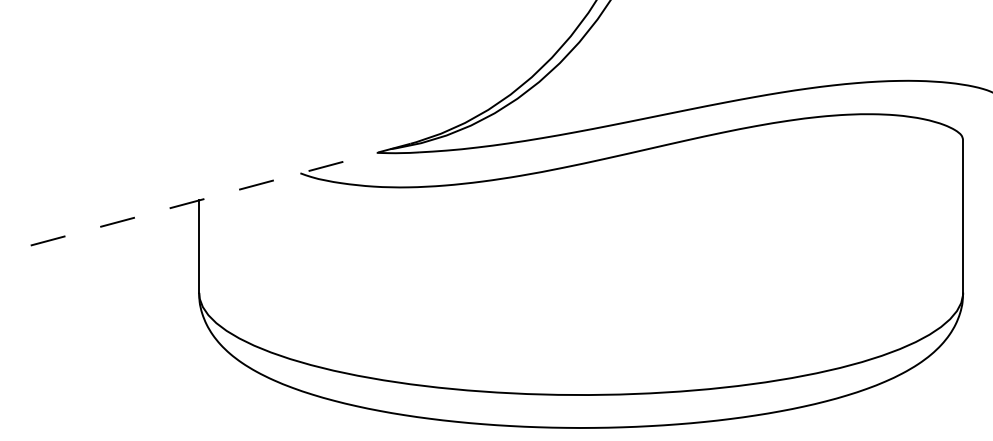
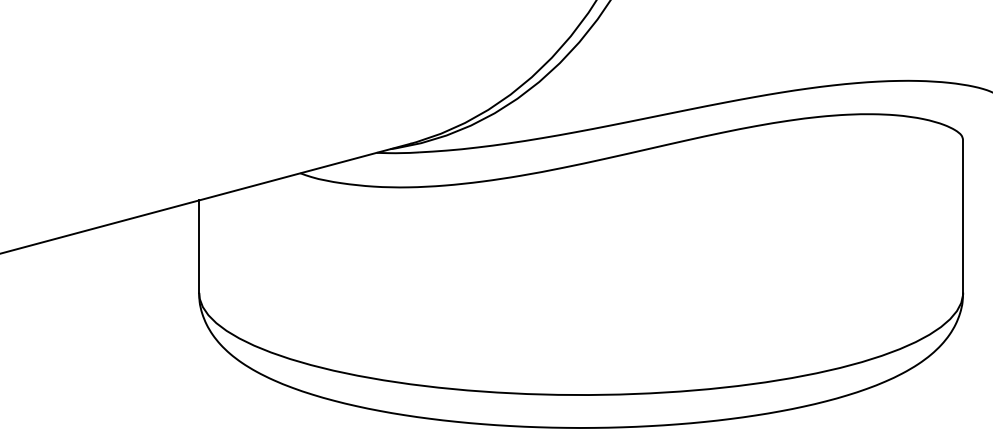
line at (205, 198): dashed -> solid
